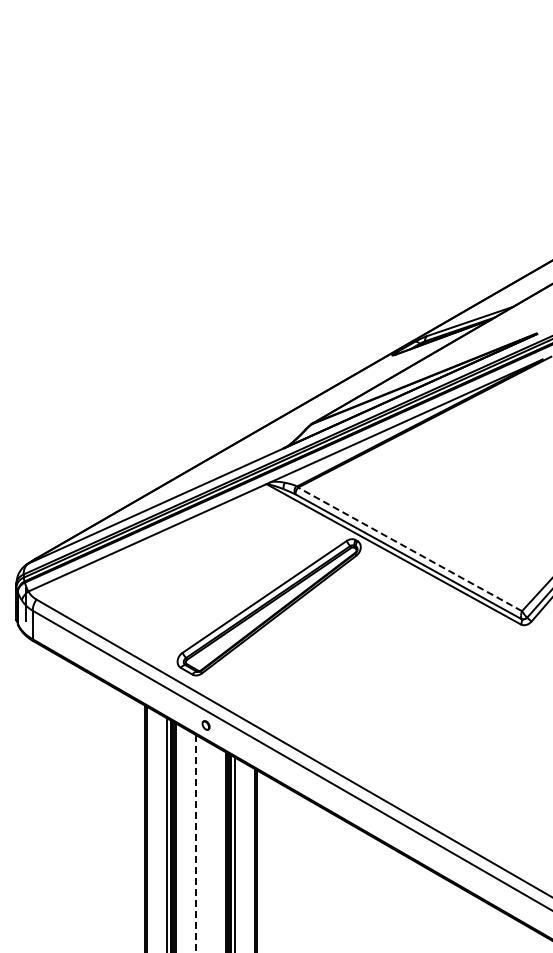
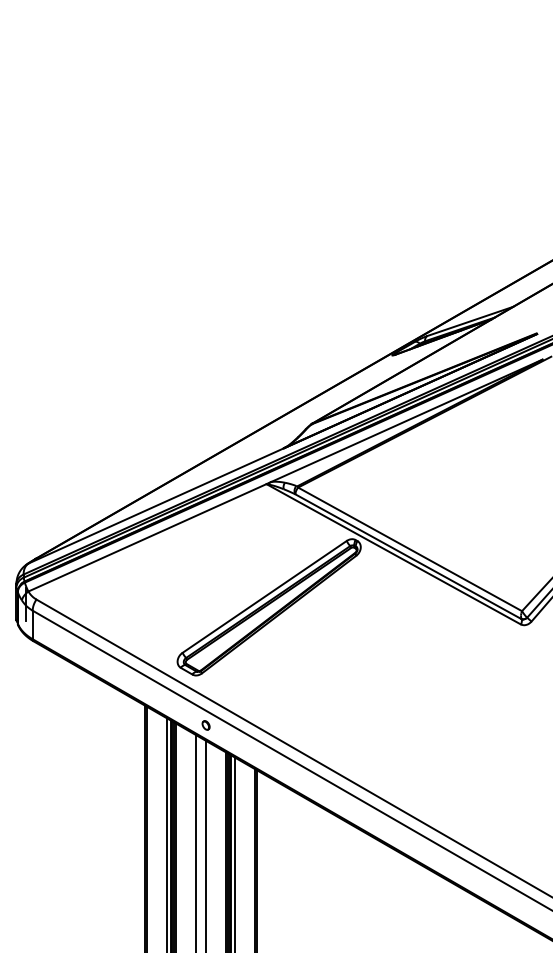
line at (410, 549): dashed -> solid
line at (196, 844): dashed -> solid
line at (205, 844): none -> present
